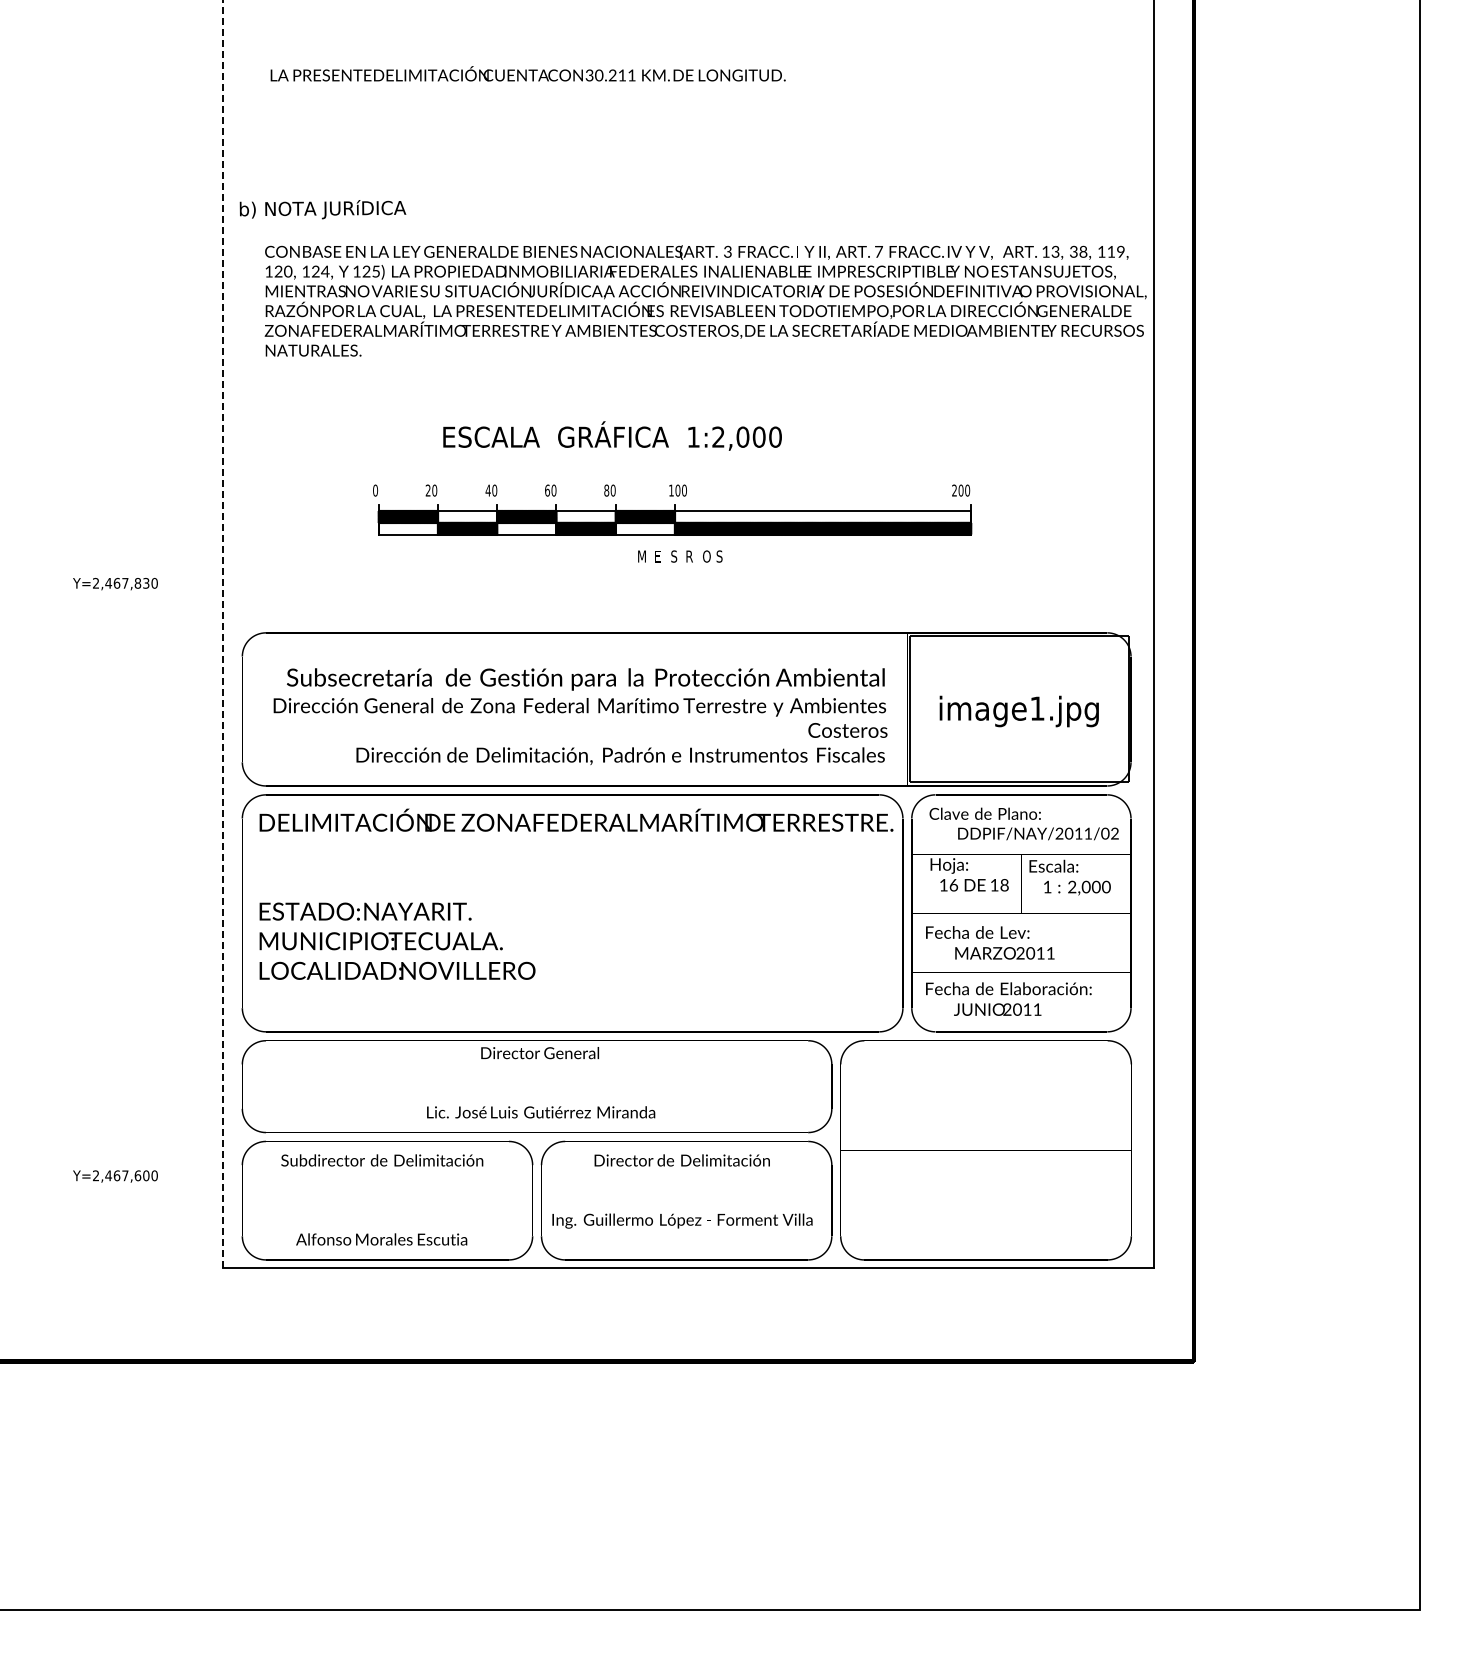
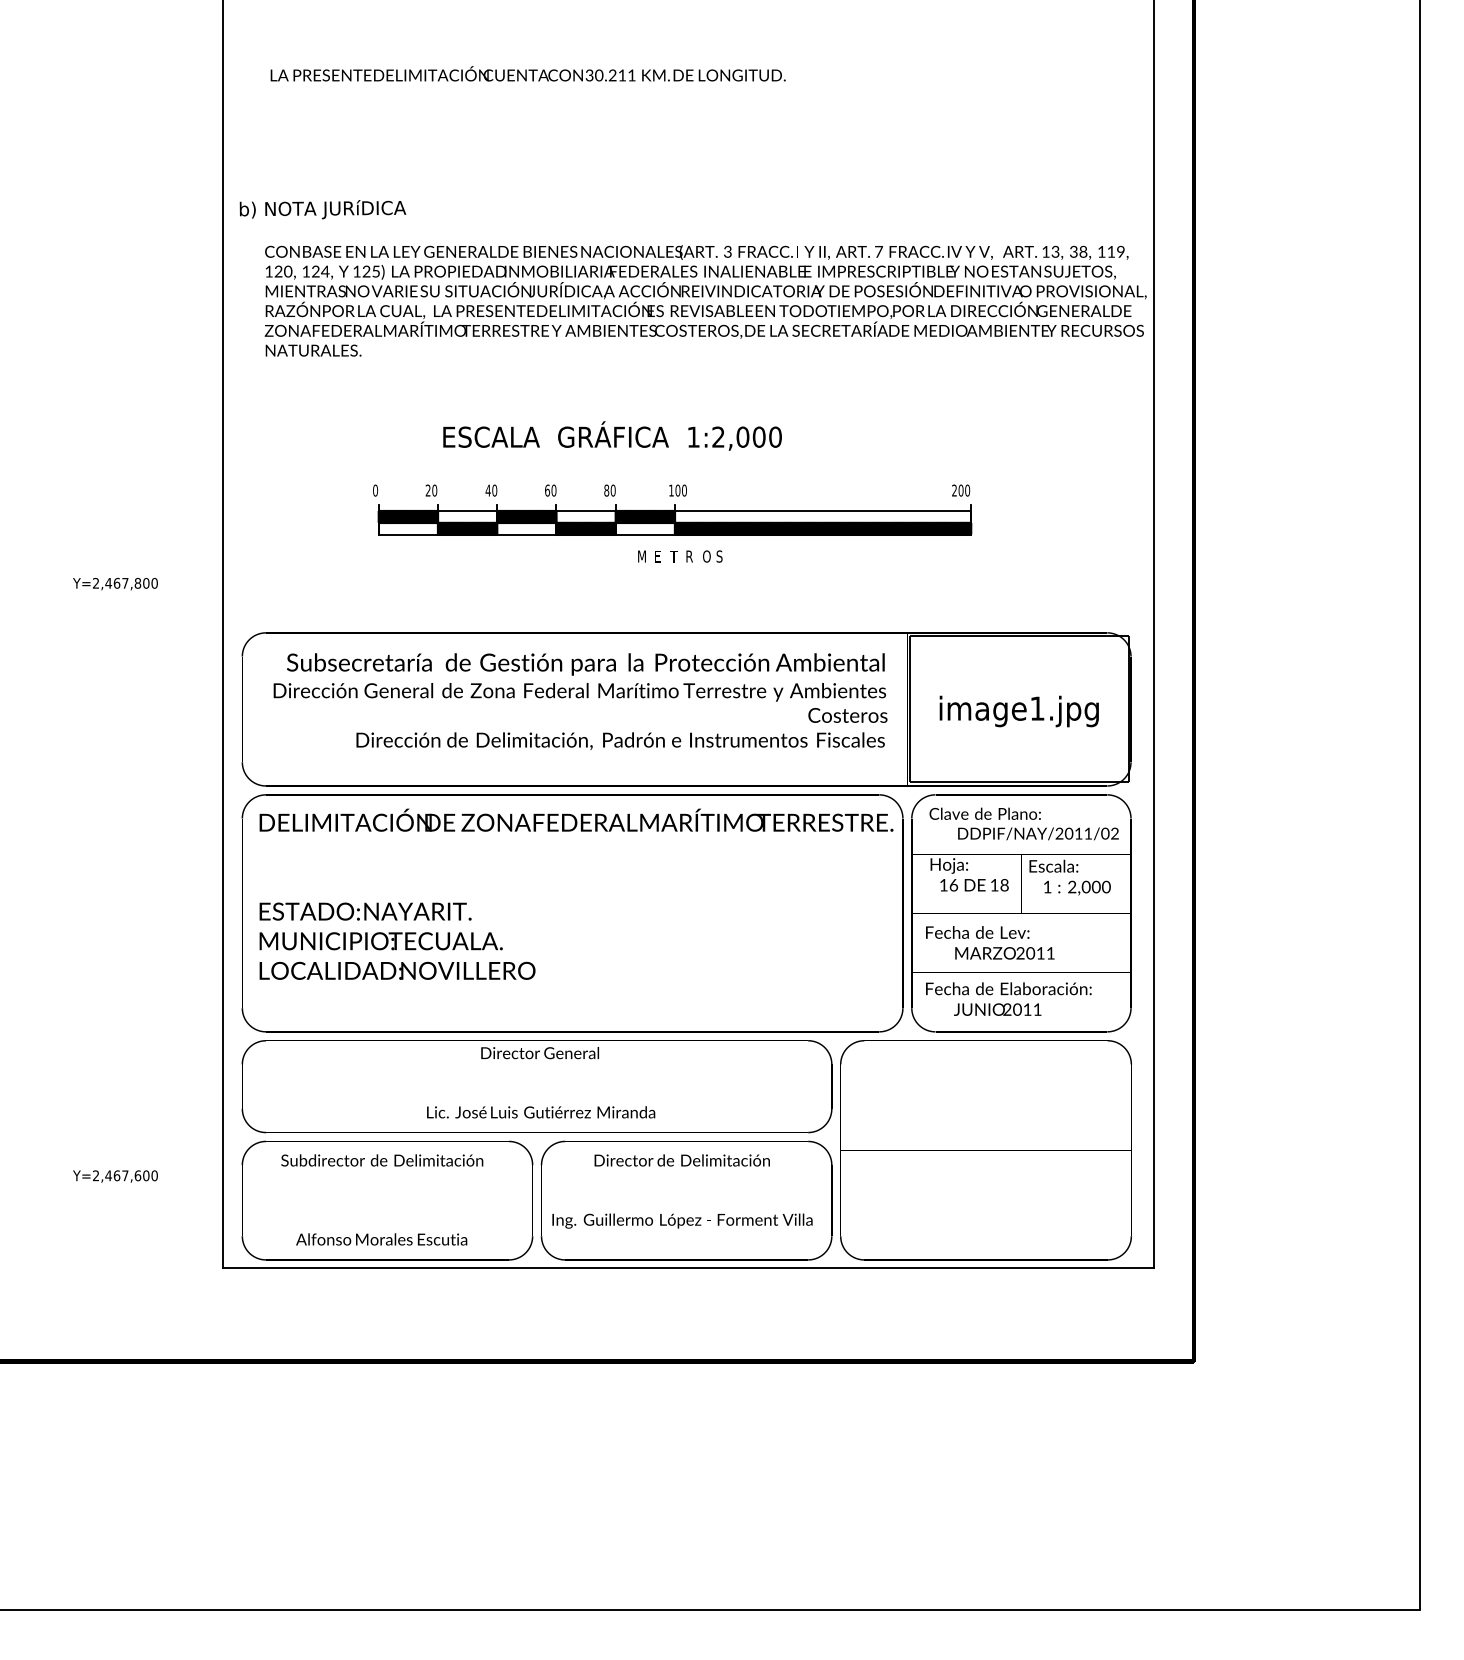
text at (673, 556): S -> T
text at (146, 583): Y=2,467,830 -> Y=2,467,800
line at (222, 634): dashed -> solid
text at (580, 716) position: (580, 716) -> (580, 701)
